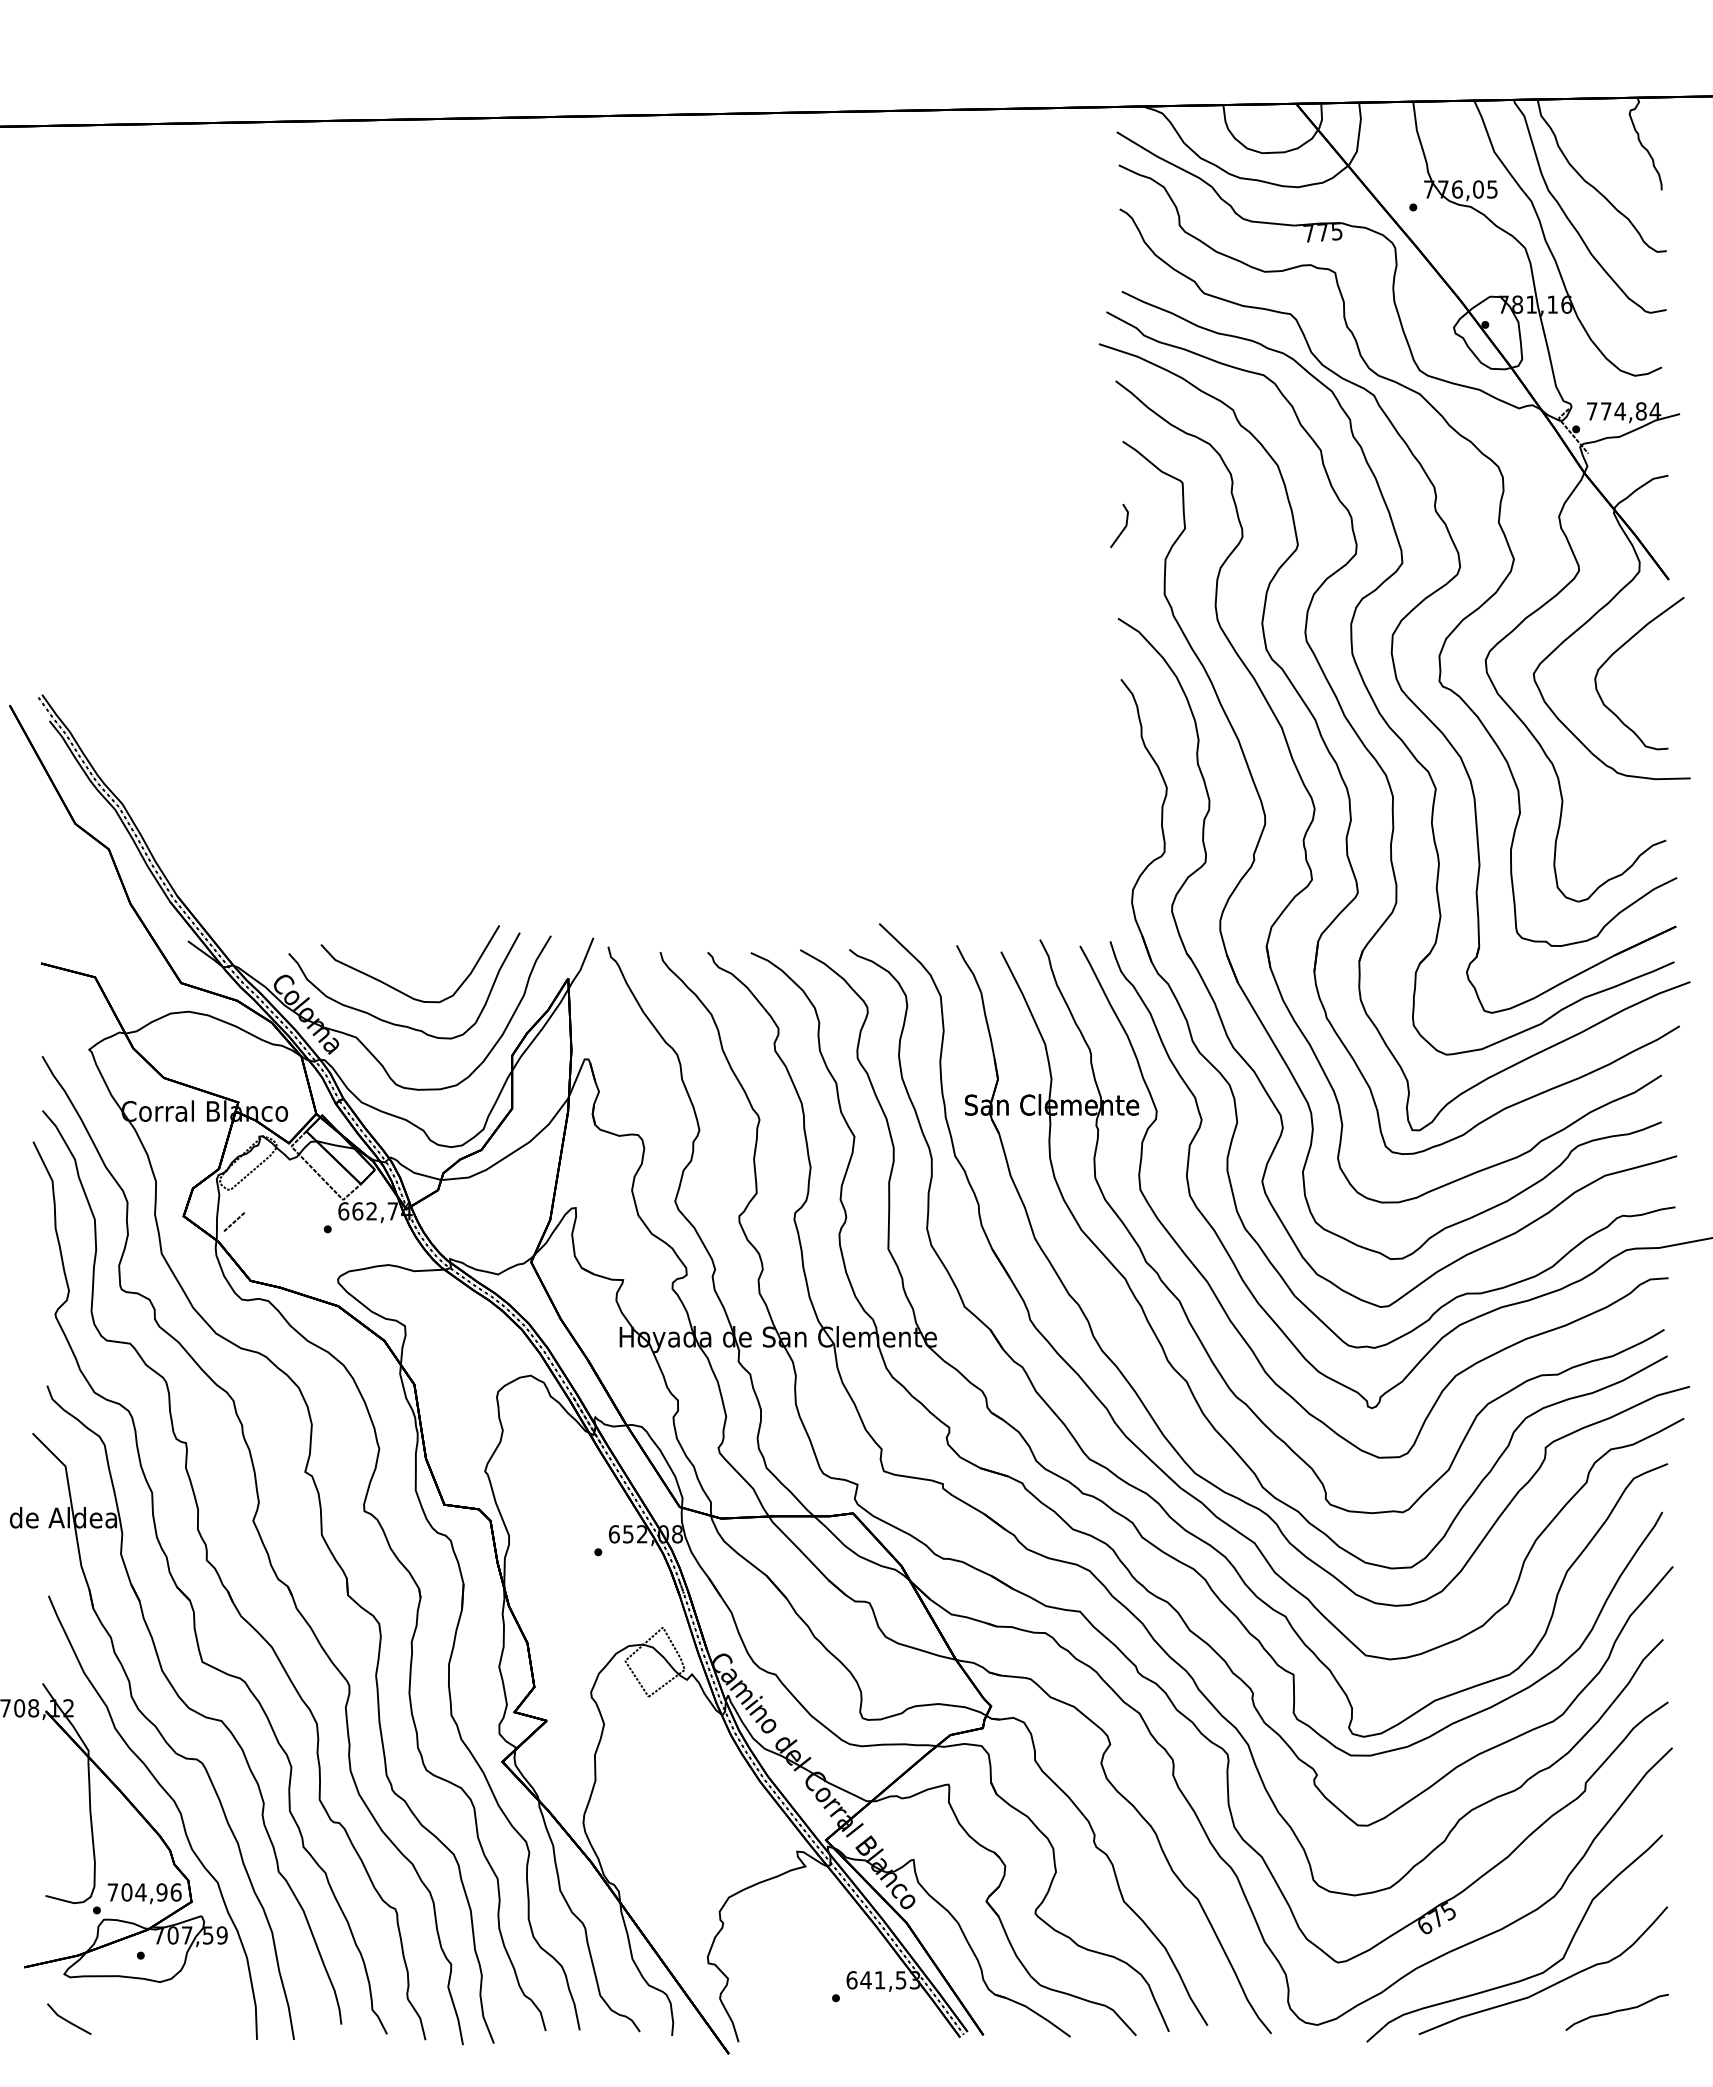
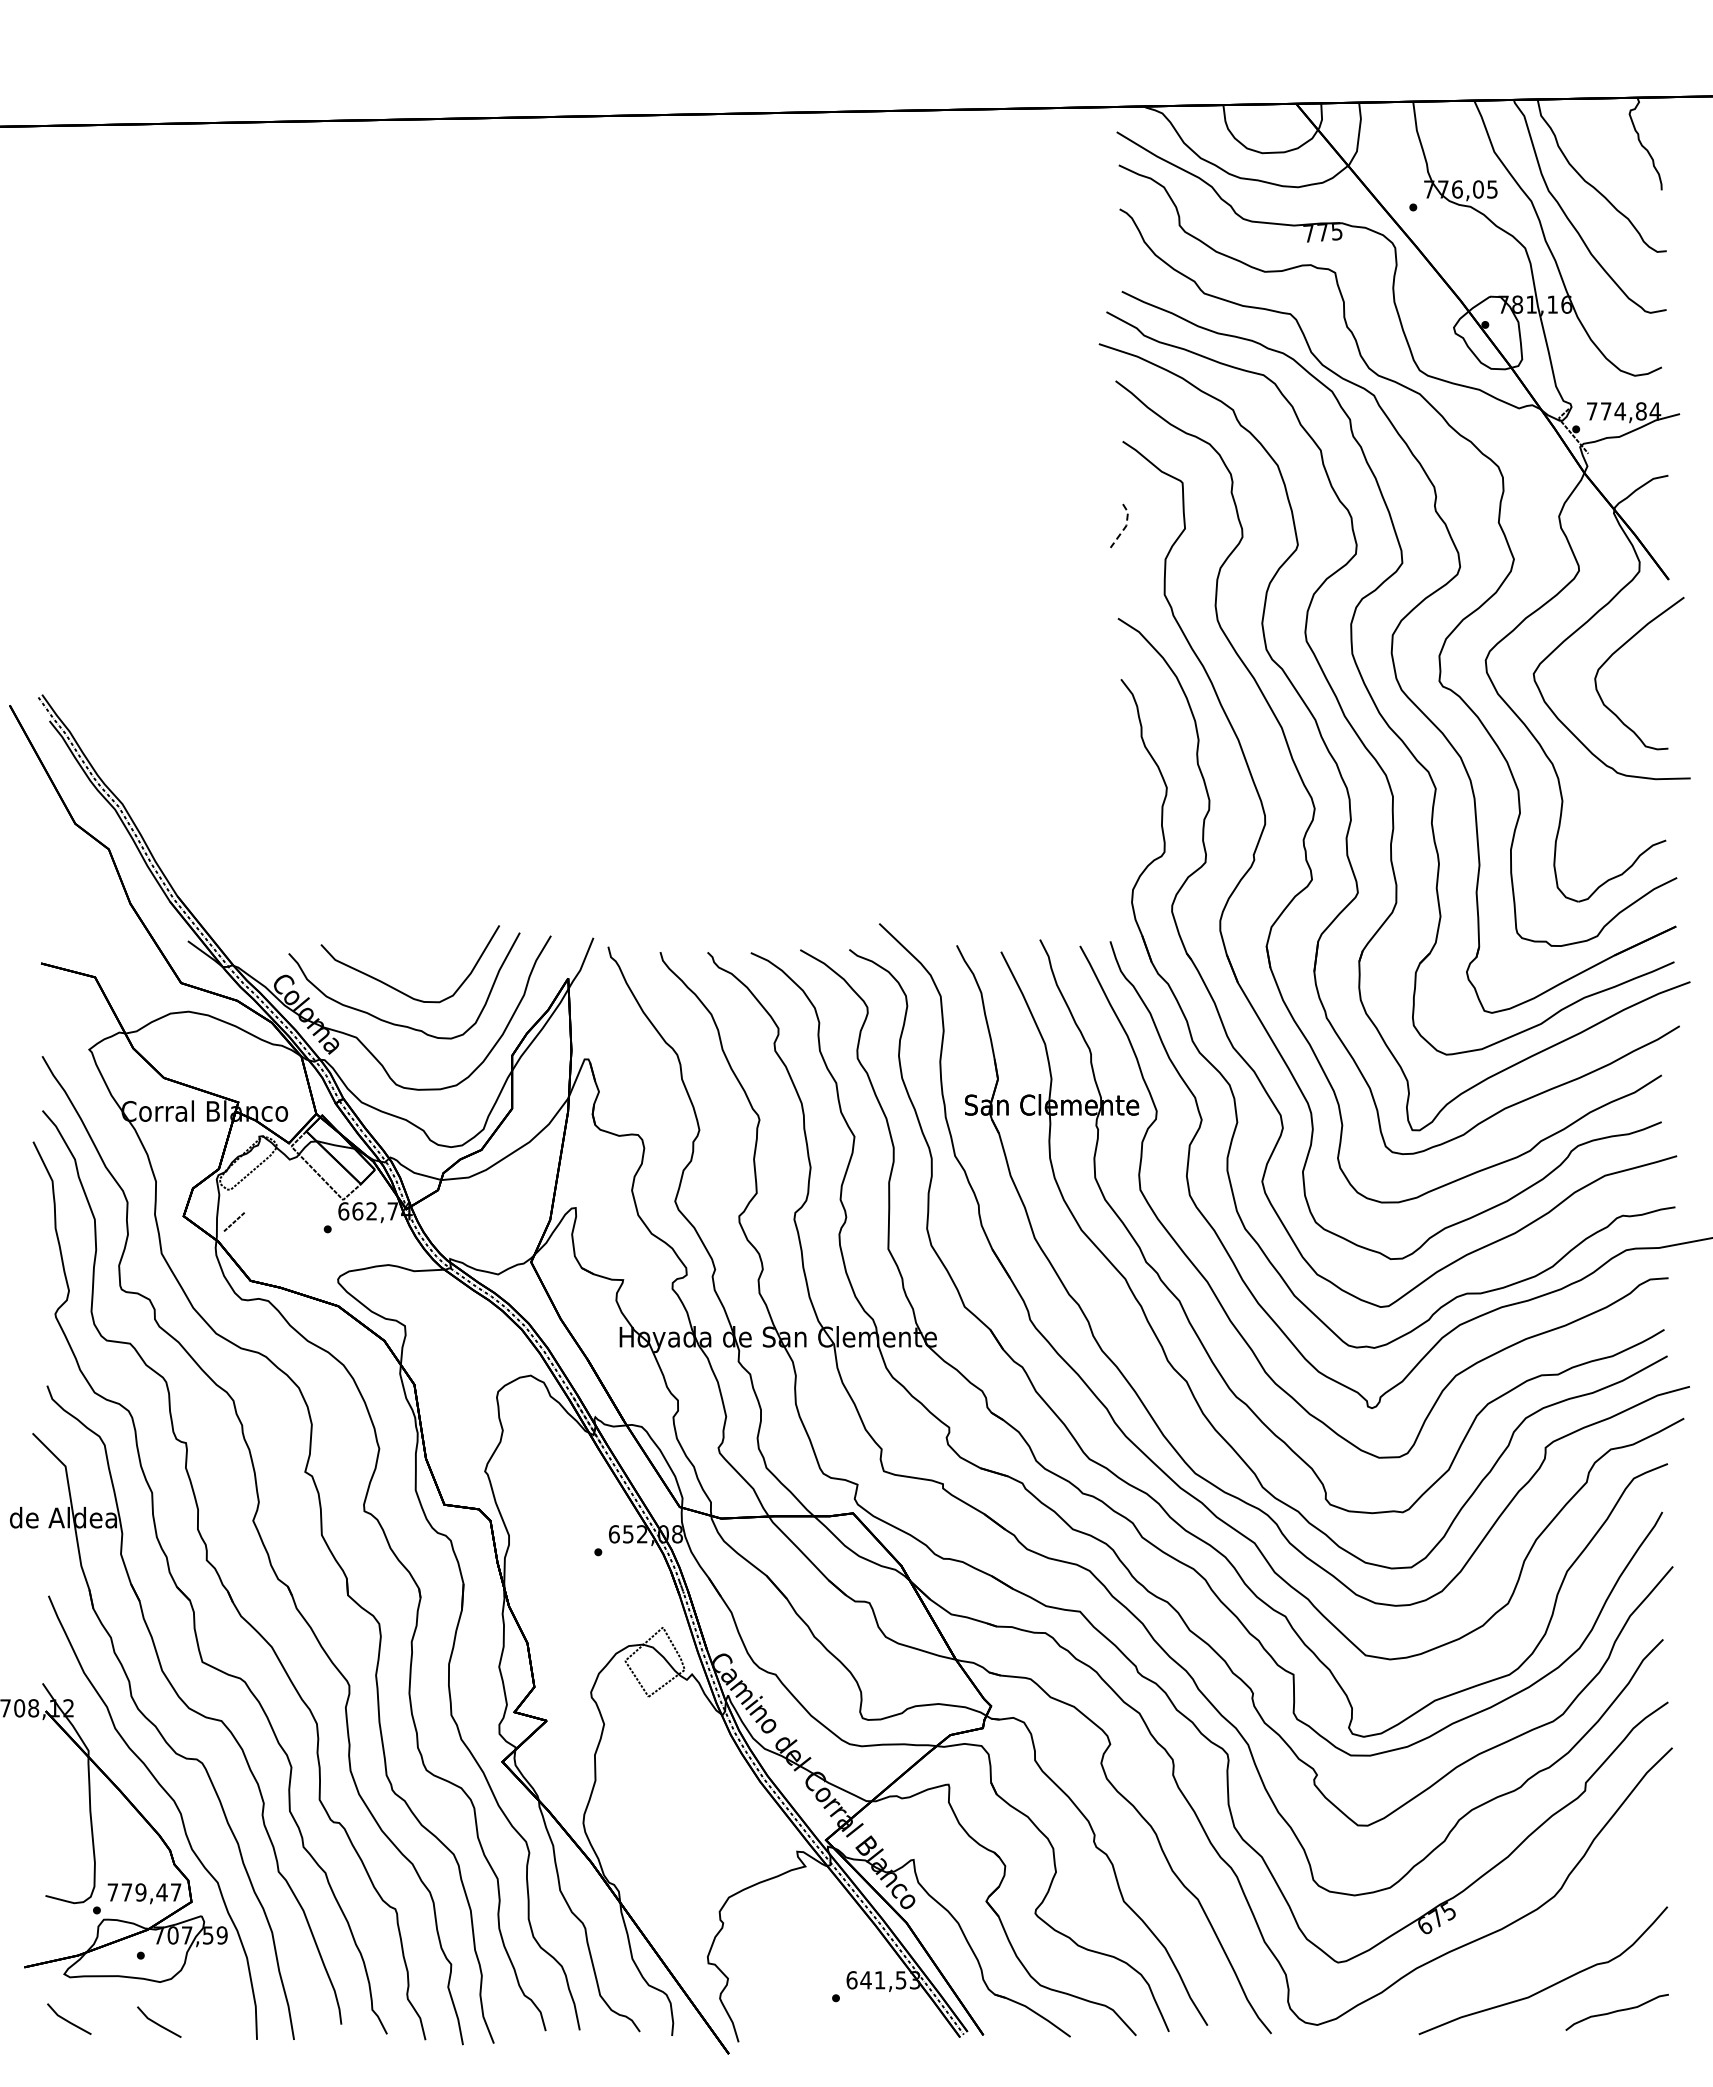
line at (1125, 526): solid -> dashed
text at (151, 1892): 704,96 -> 779,47
curve at (1526, 1977): present -> none
line at (158, 2023): none -> present
